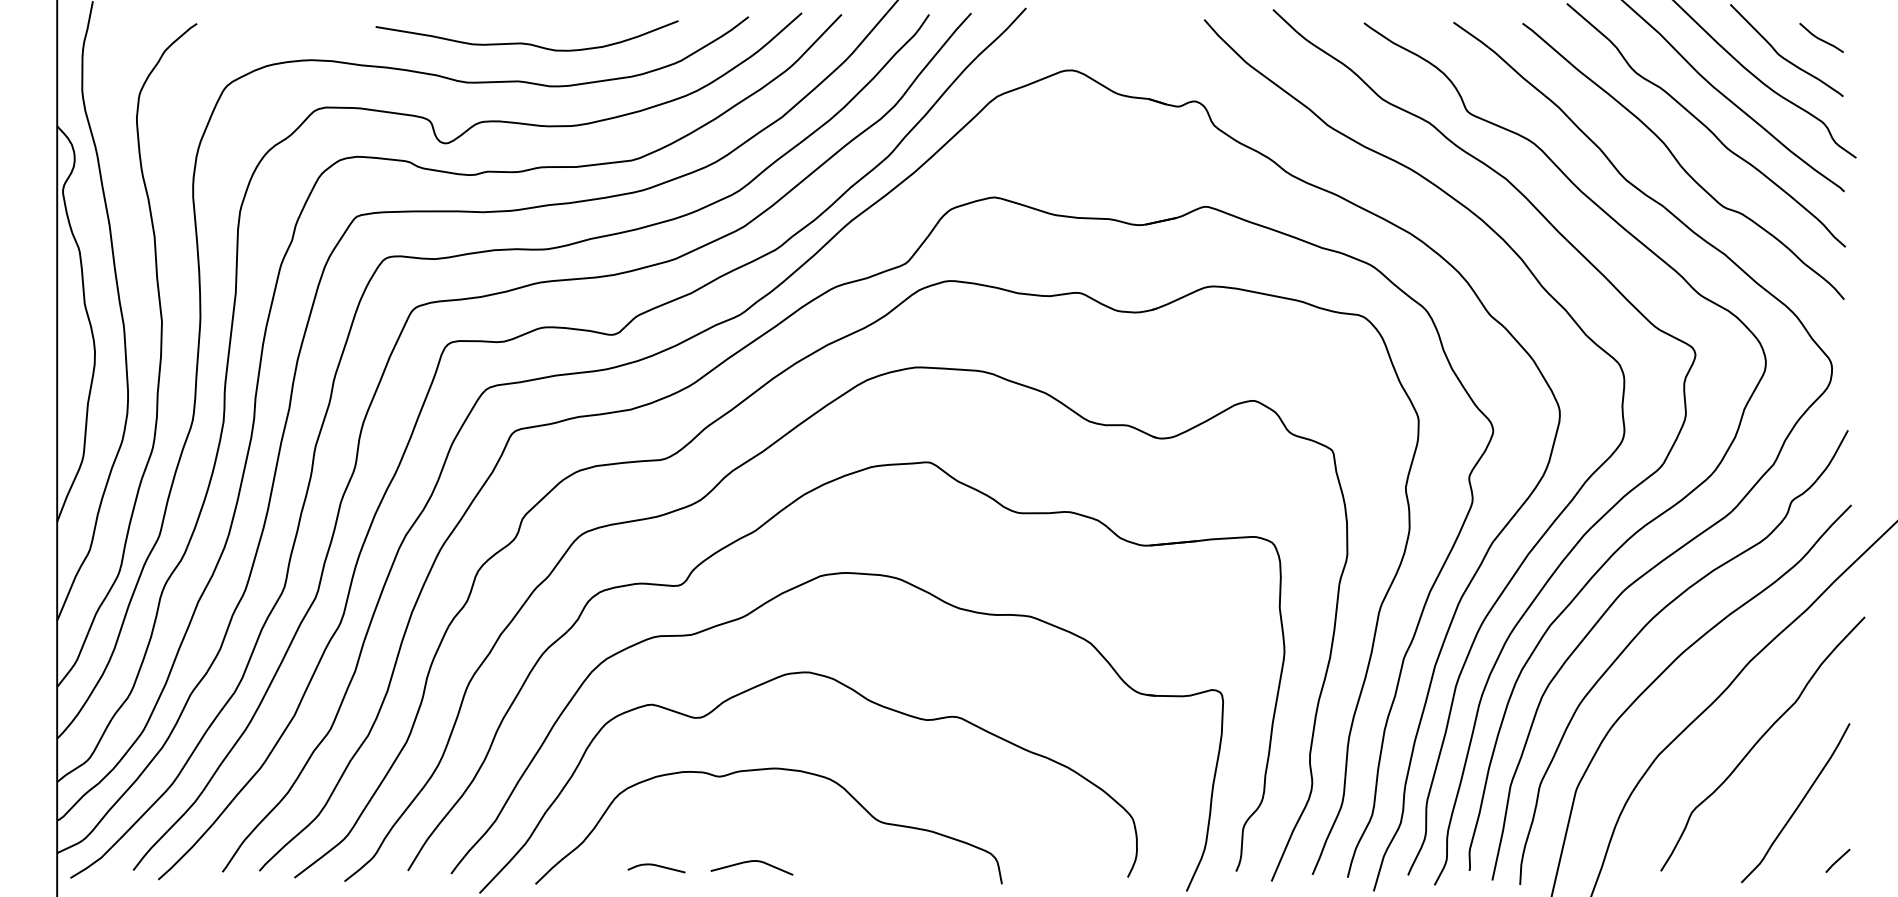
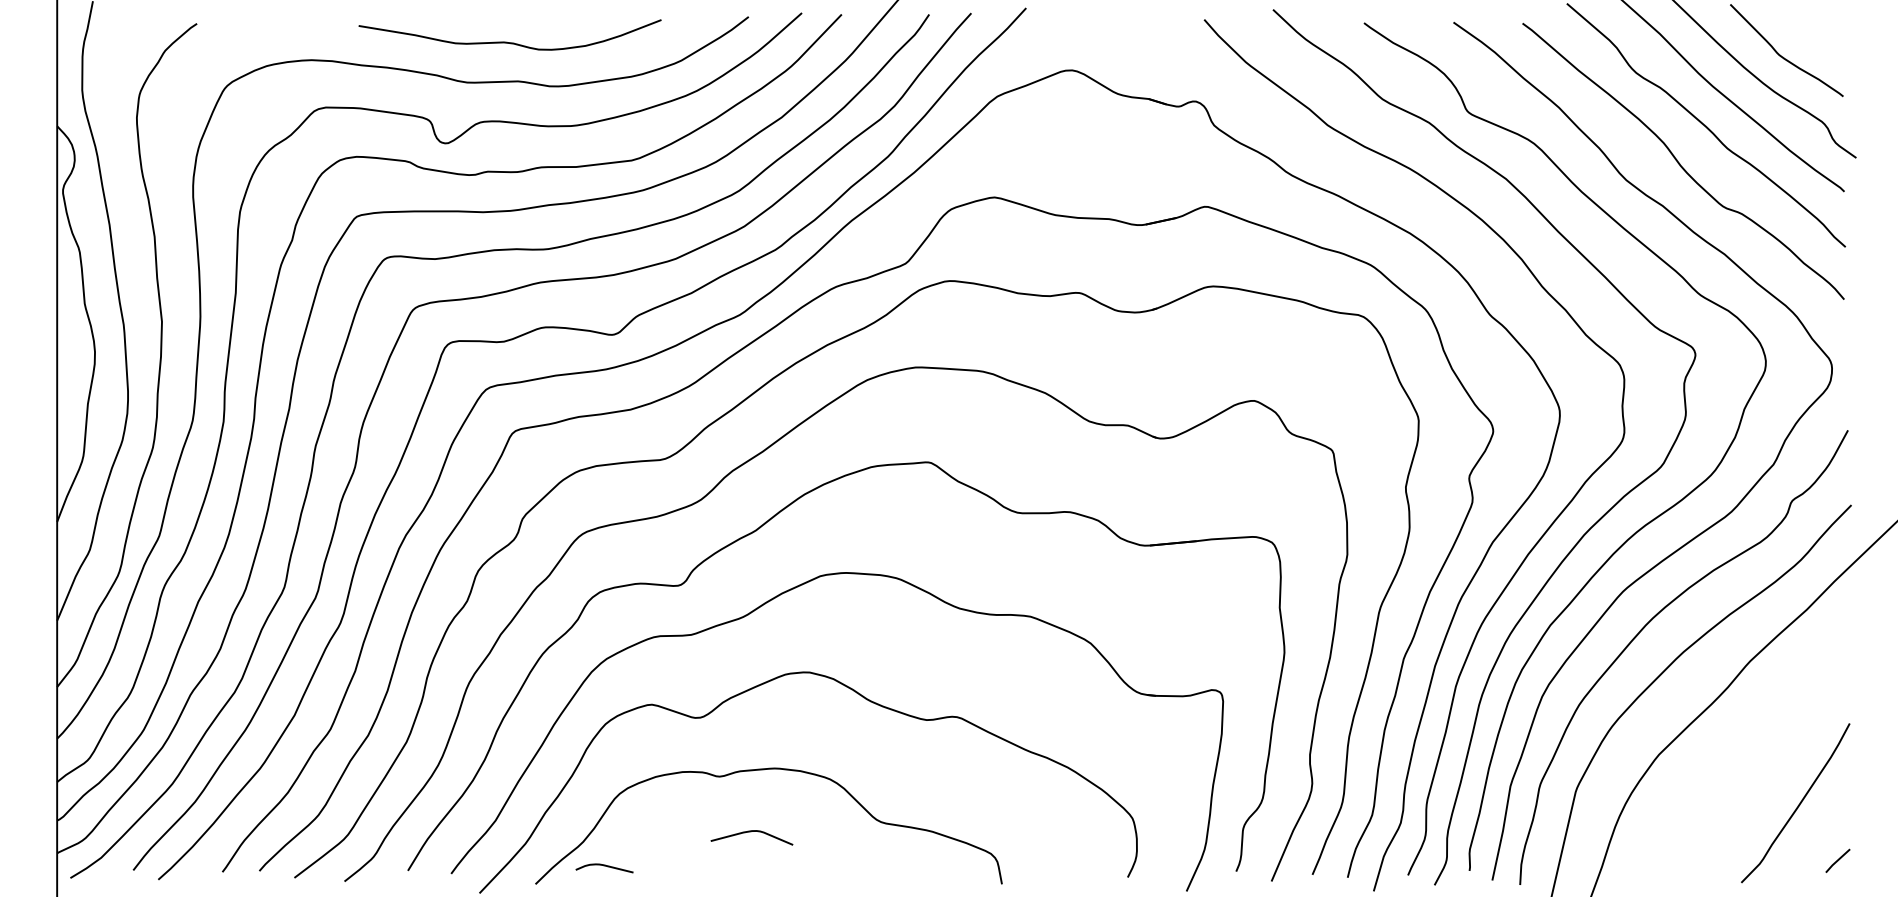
line at (1820, 38): present -> none
curve at (524, 42) position: (524, 42) -> (507, 41)
curve at (1760, 740): present -> none
curve at (751, 862) position: (751, 862) -> (751, 832)
curve at (656, 866) position: (656, 866) -> (604, 866)
